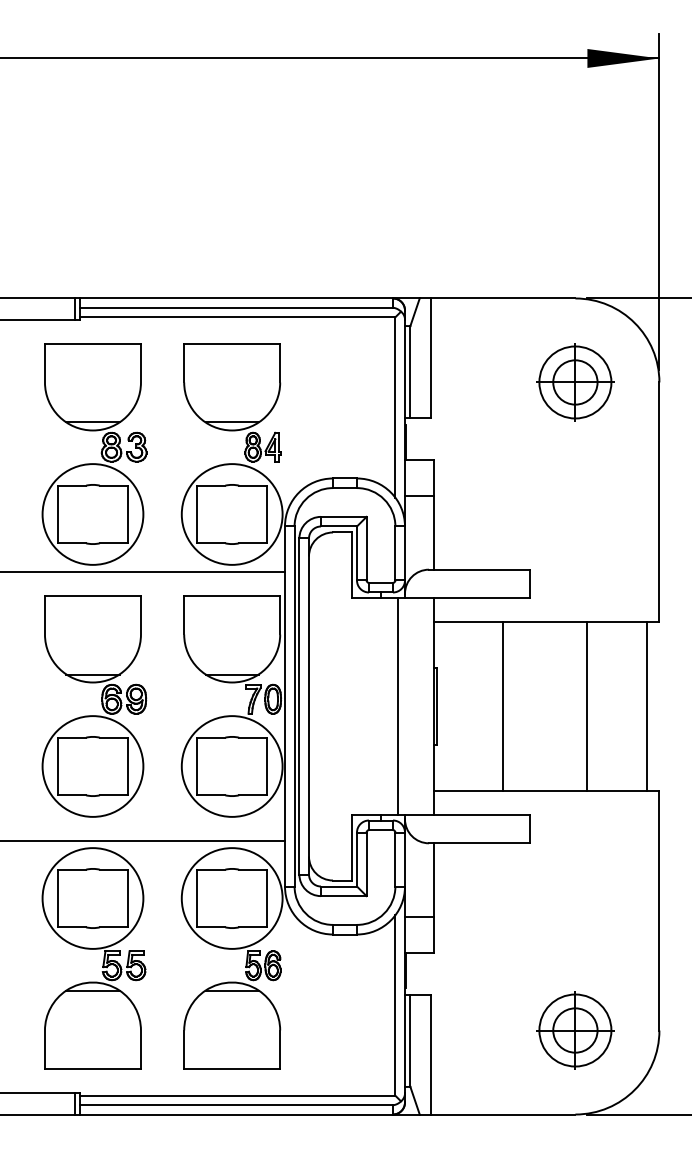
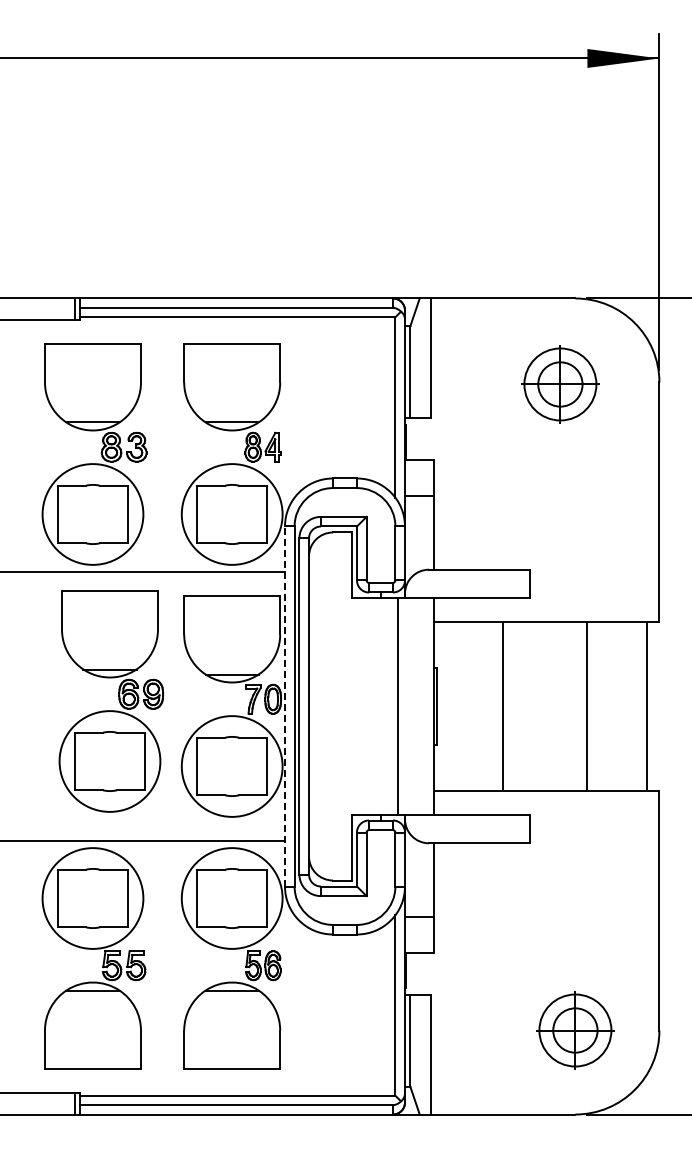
part at (575, 382) position: (575, 382) -> (560, 384)
part at (101, 705) position: (101, 705) -> (118, 700)
line at (285, 706): solid -> dashed
